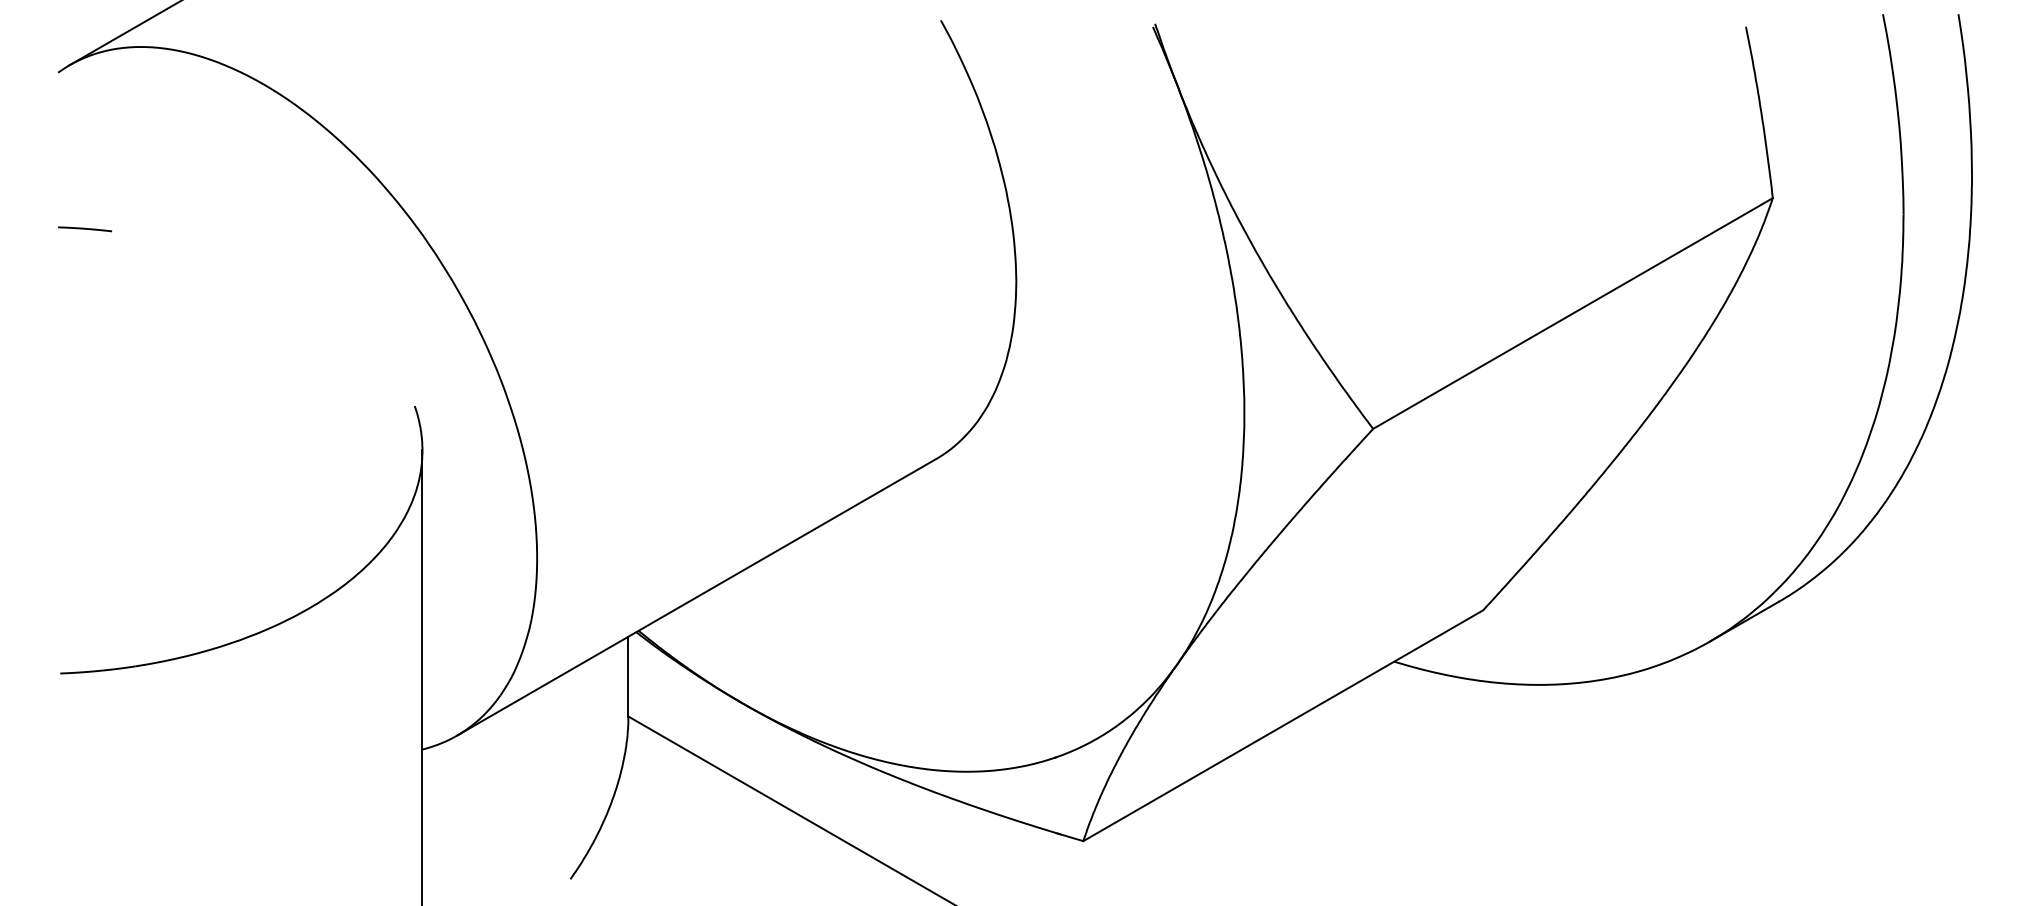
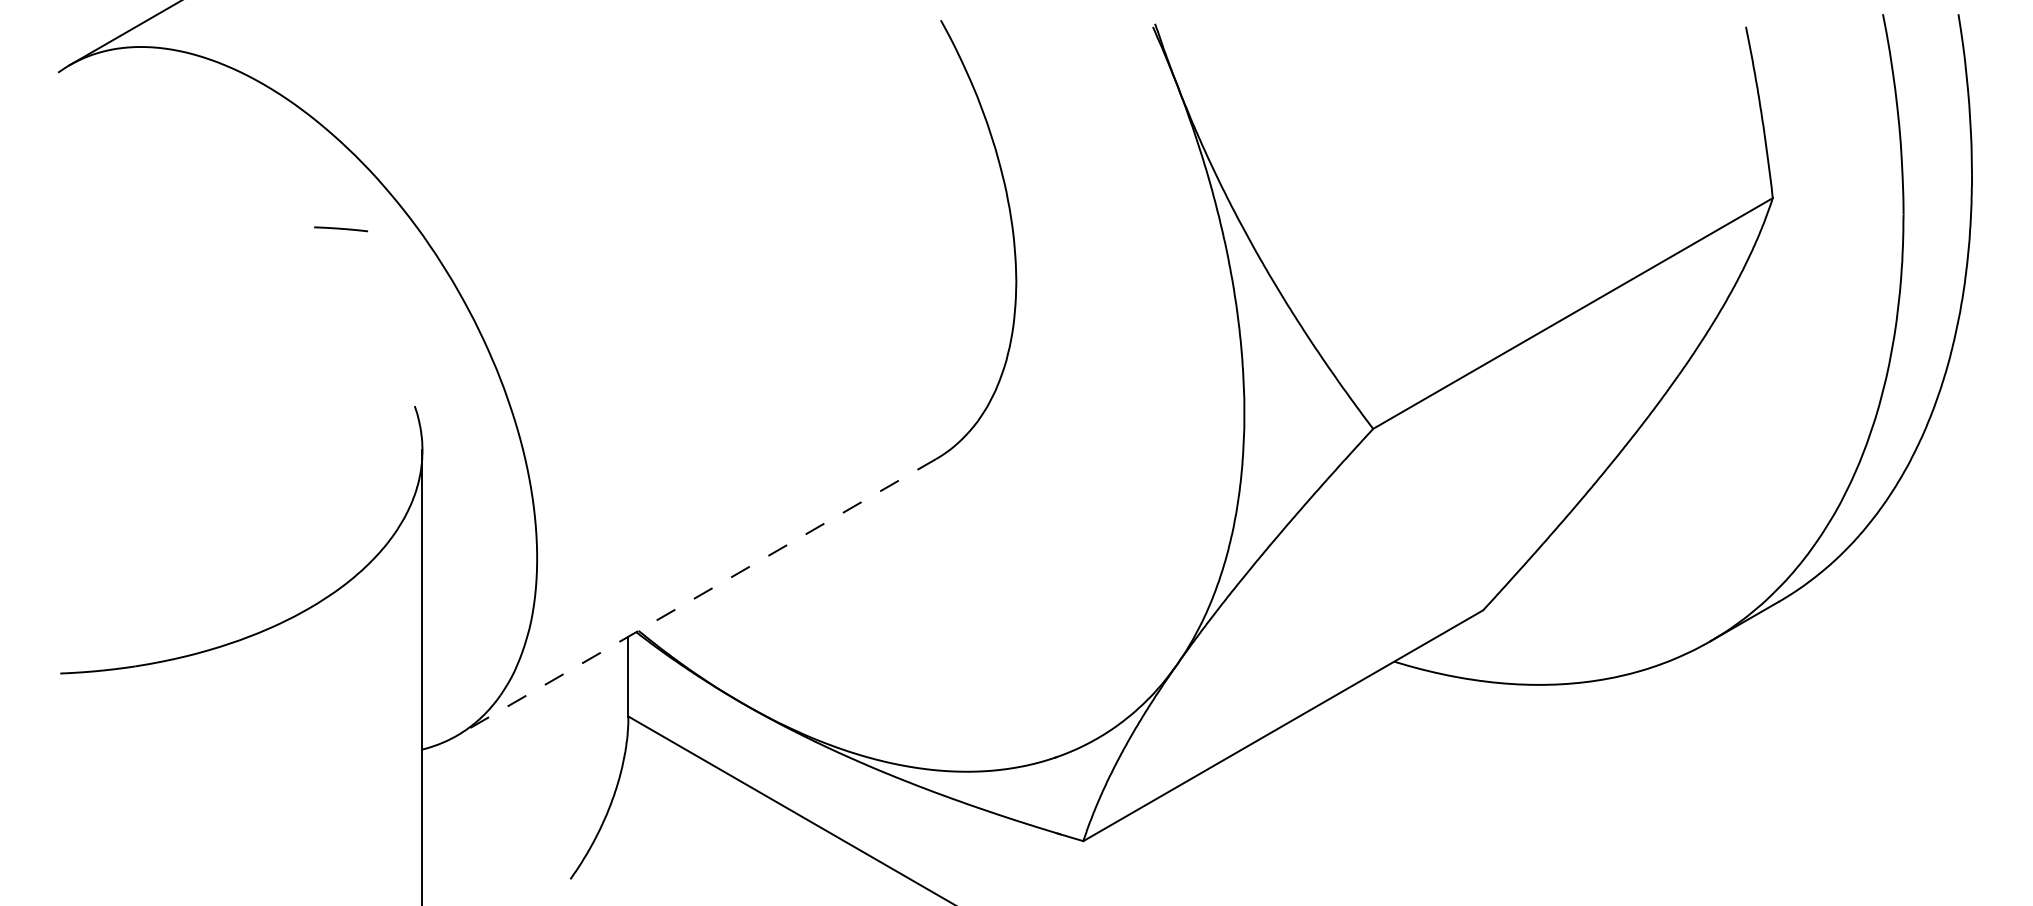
line at (84, 229) position: (84, 229) -> (340, 229)
line at (696, 597): solid -> dashed
